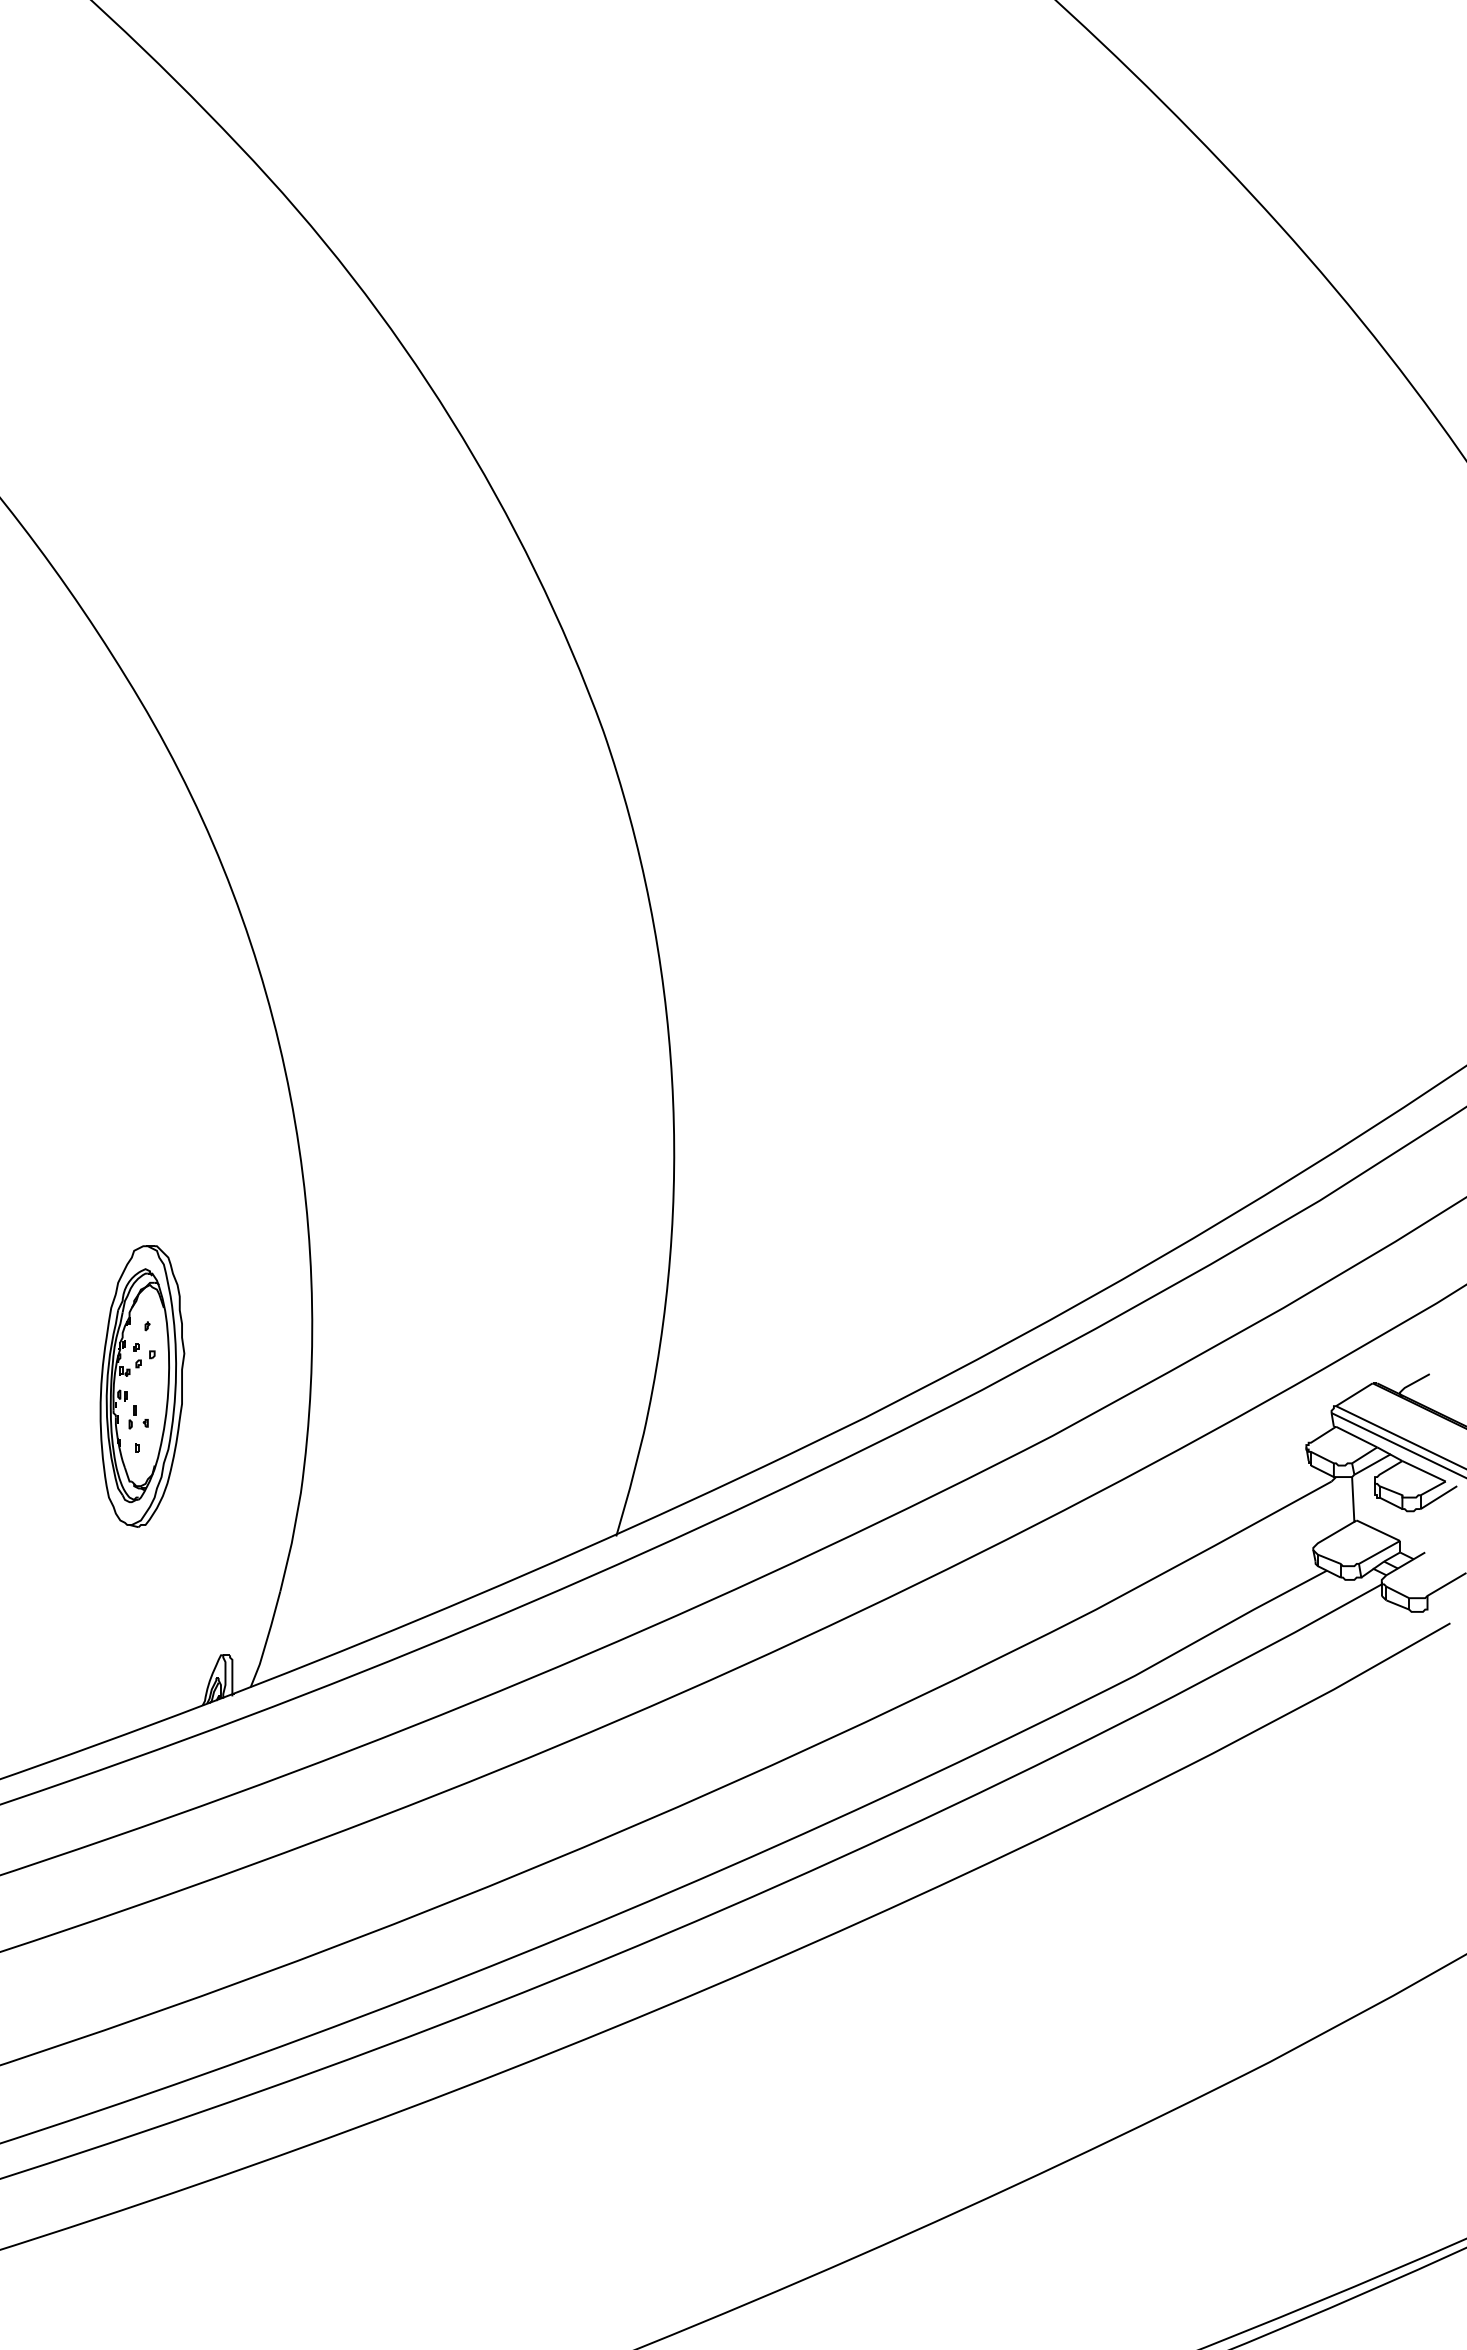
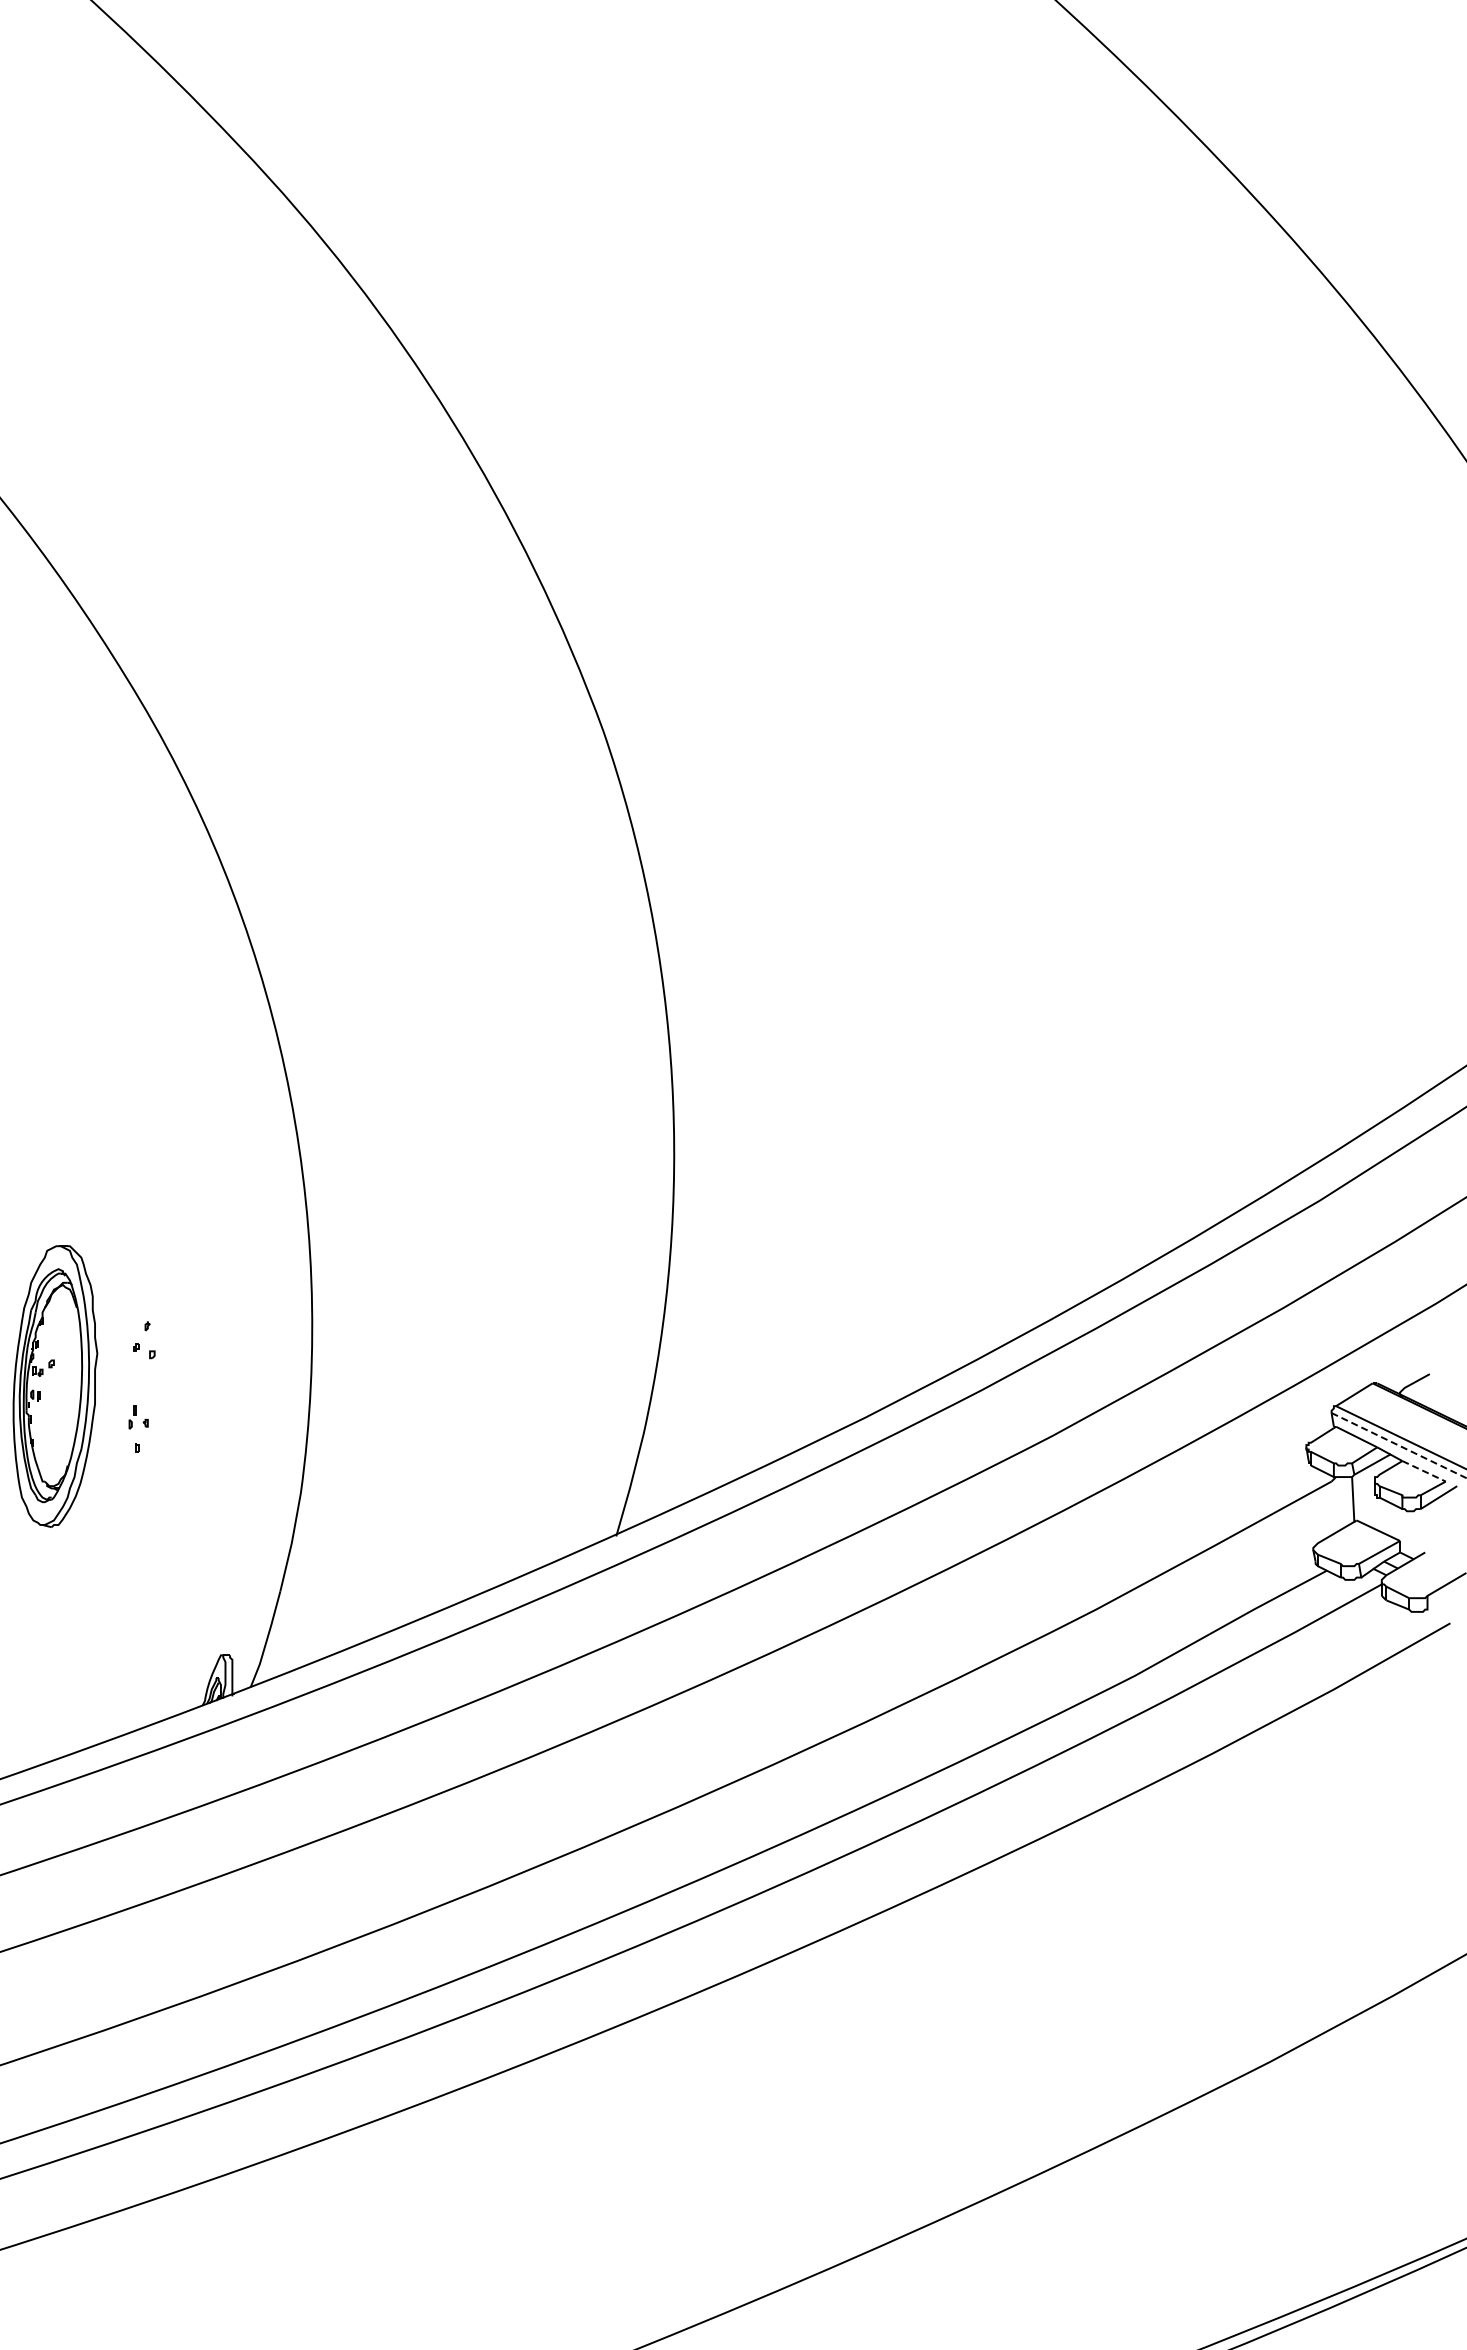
part at (142, 1386) position: (142, 1386) -> (55, 1386)
line at (1399, 1445): solid -> dashed
line at (1424, 1471): solid -> dashed
